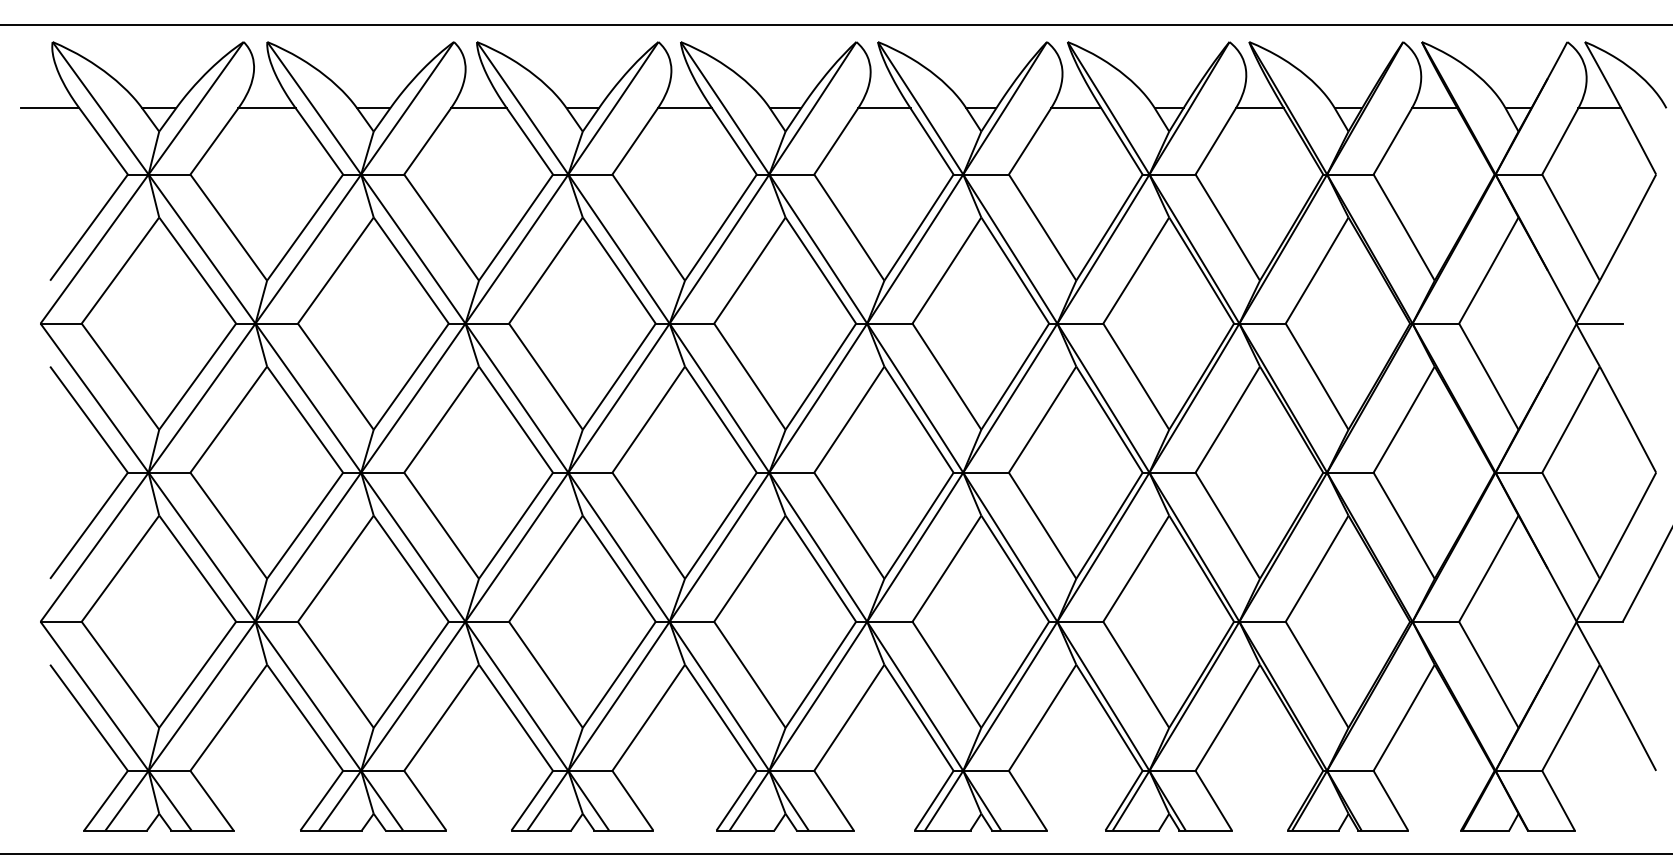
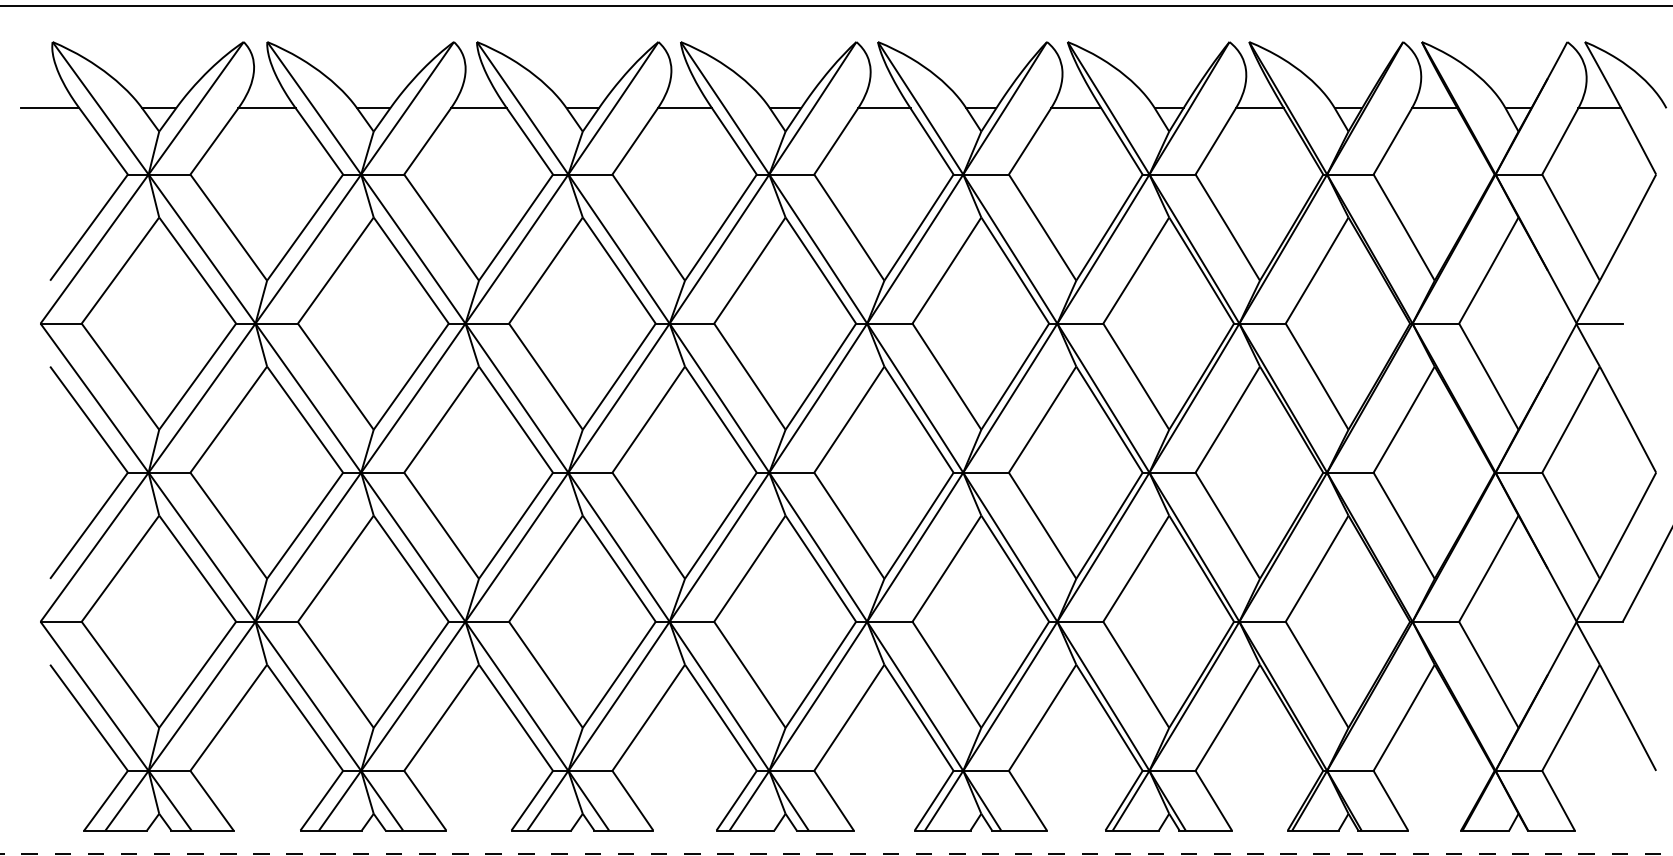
line at (835, 25) position: (835, 25) -> (835, 6)
line at (836, 853): solid -> dashed
